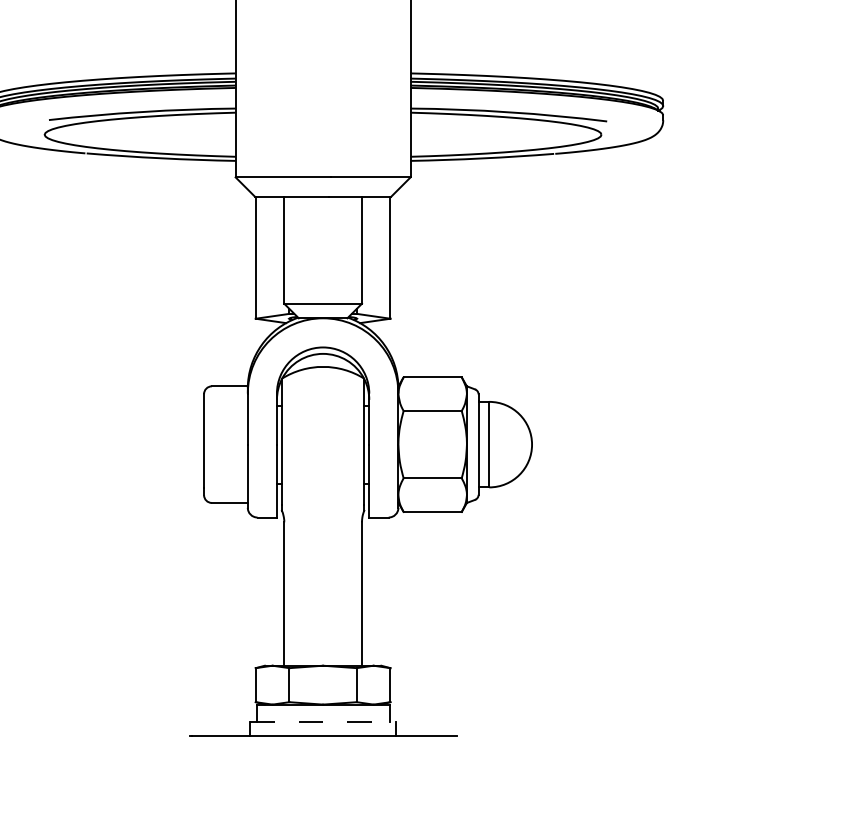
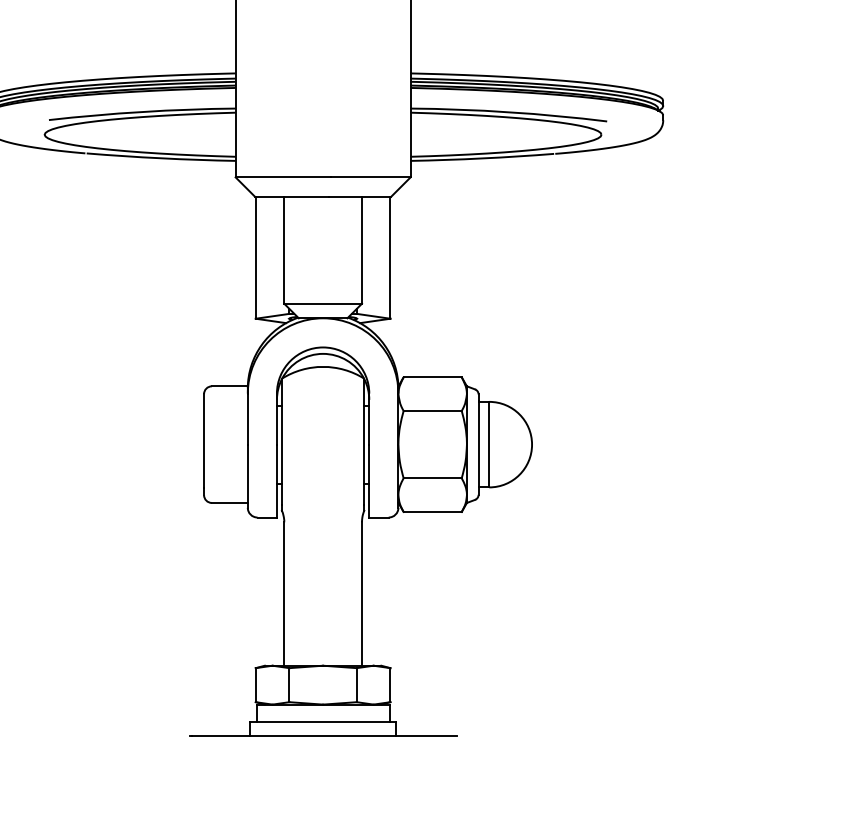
line at (323, 721): dashed -> solid
